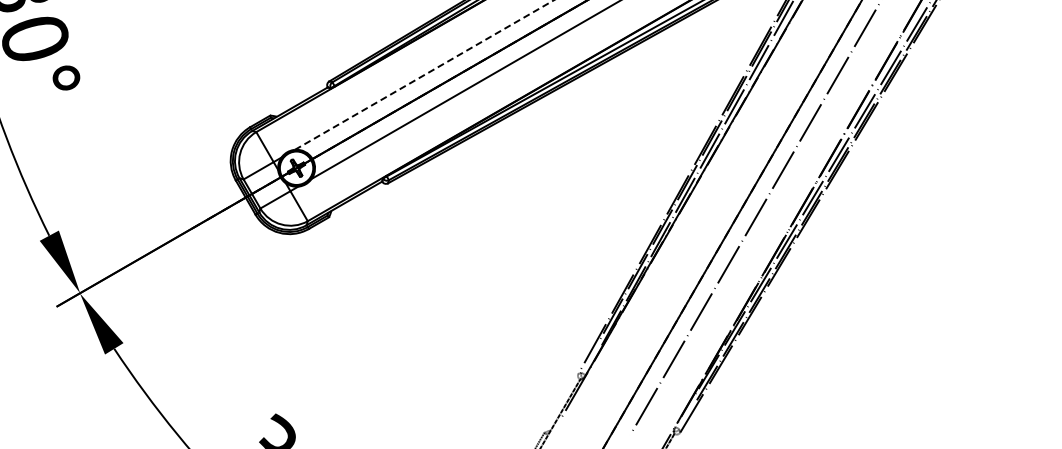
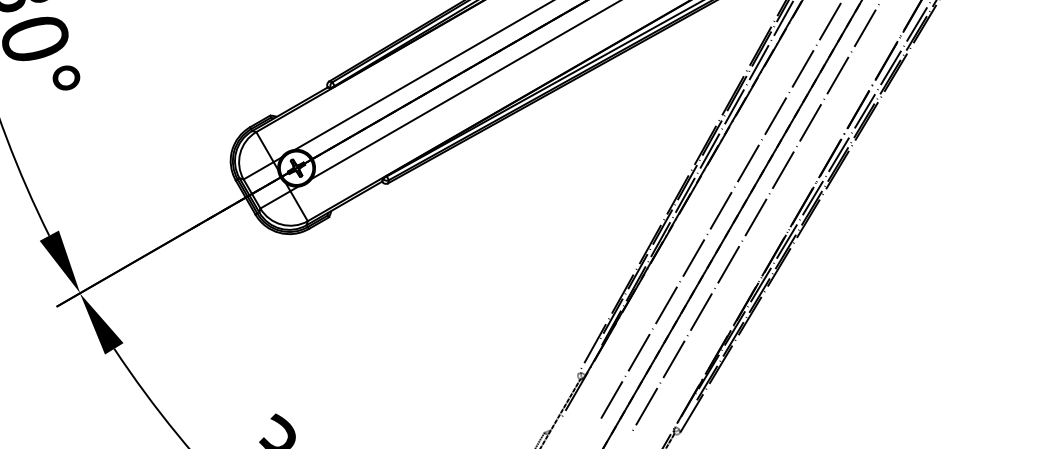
line at (424, 74): dashed -> solid
line at (721, 210): none -> present
